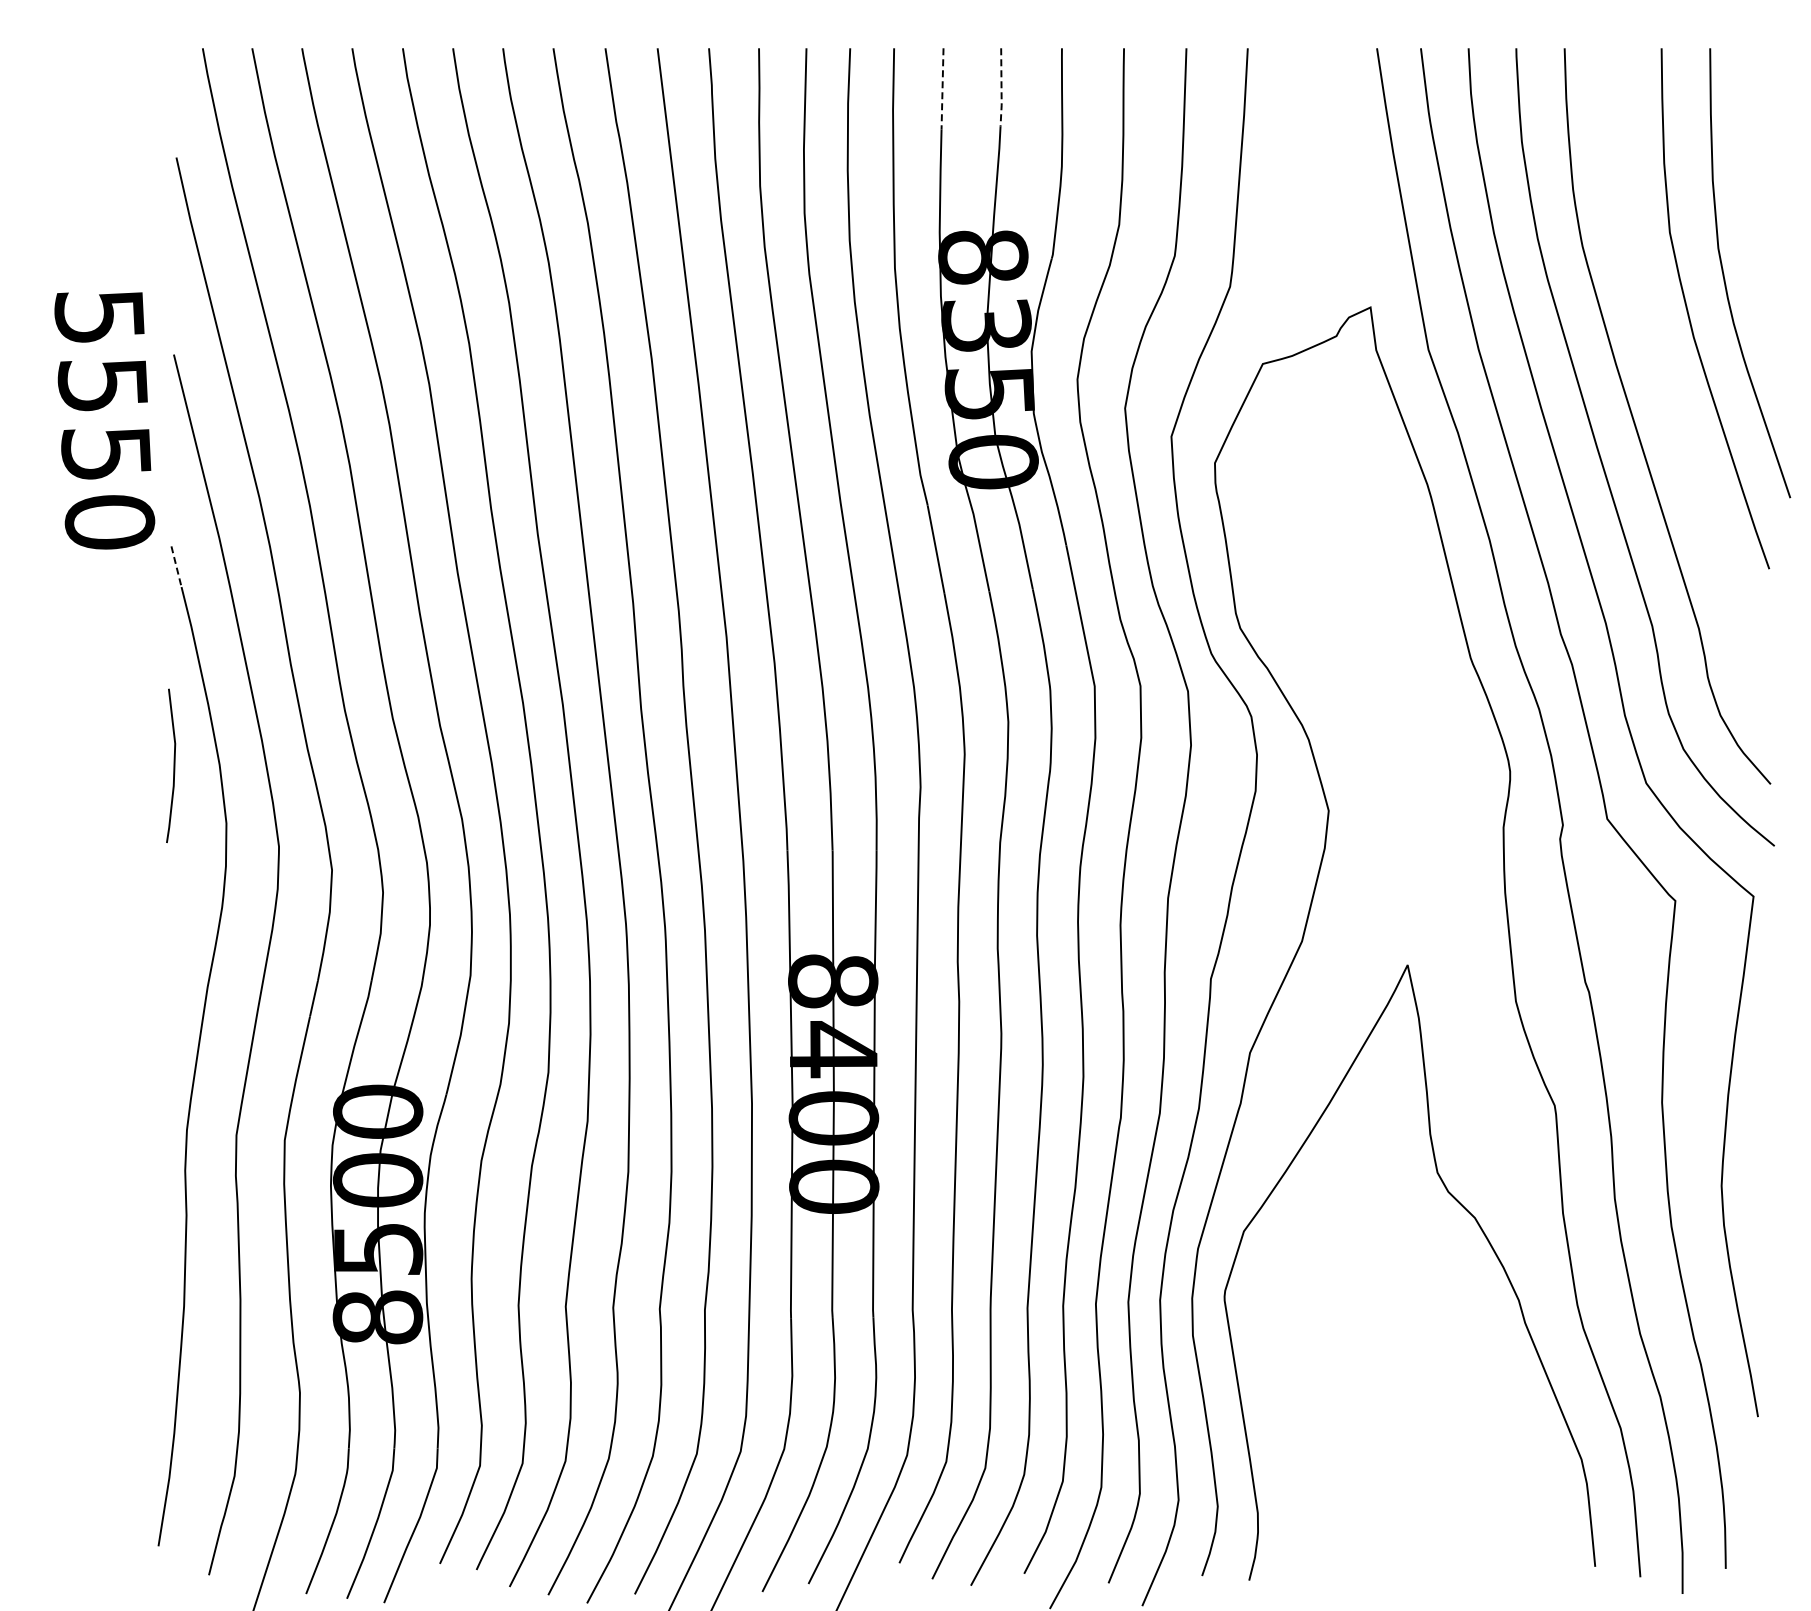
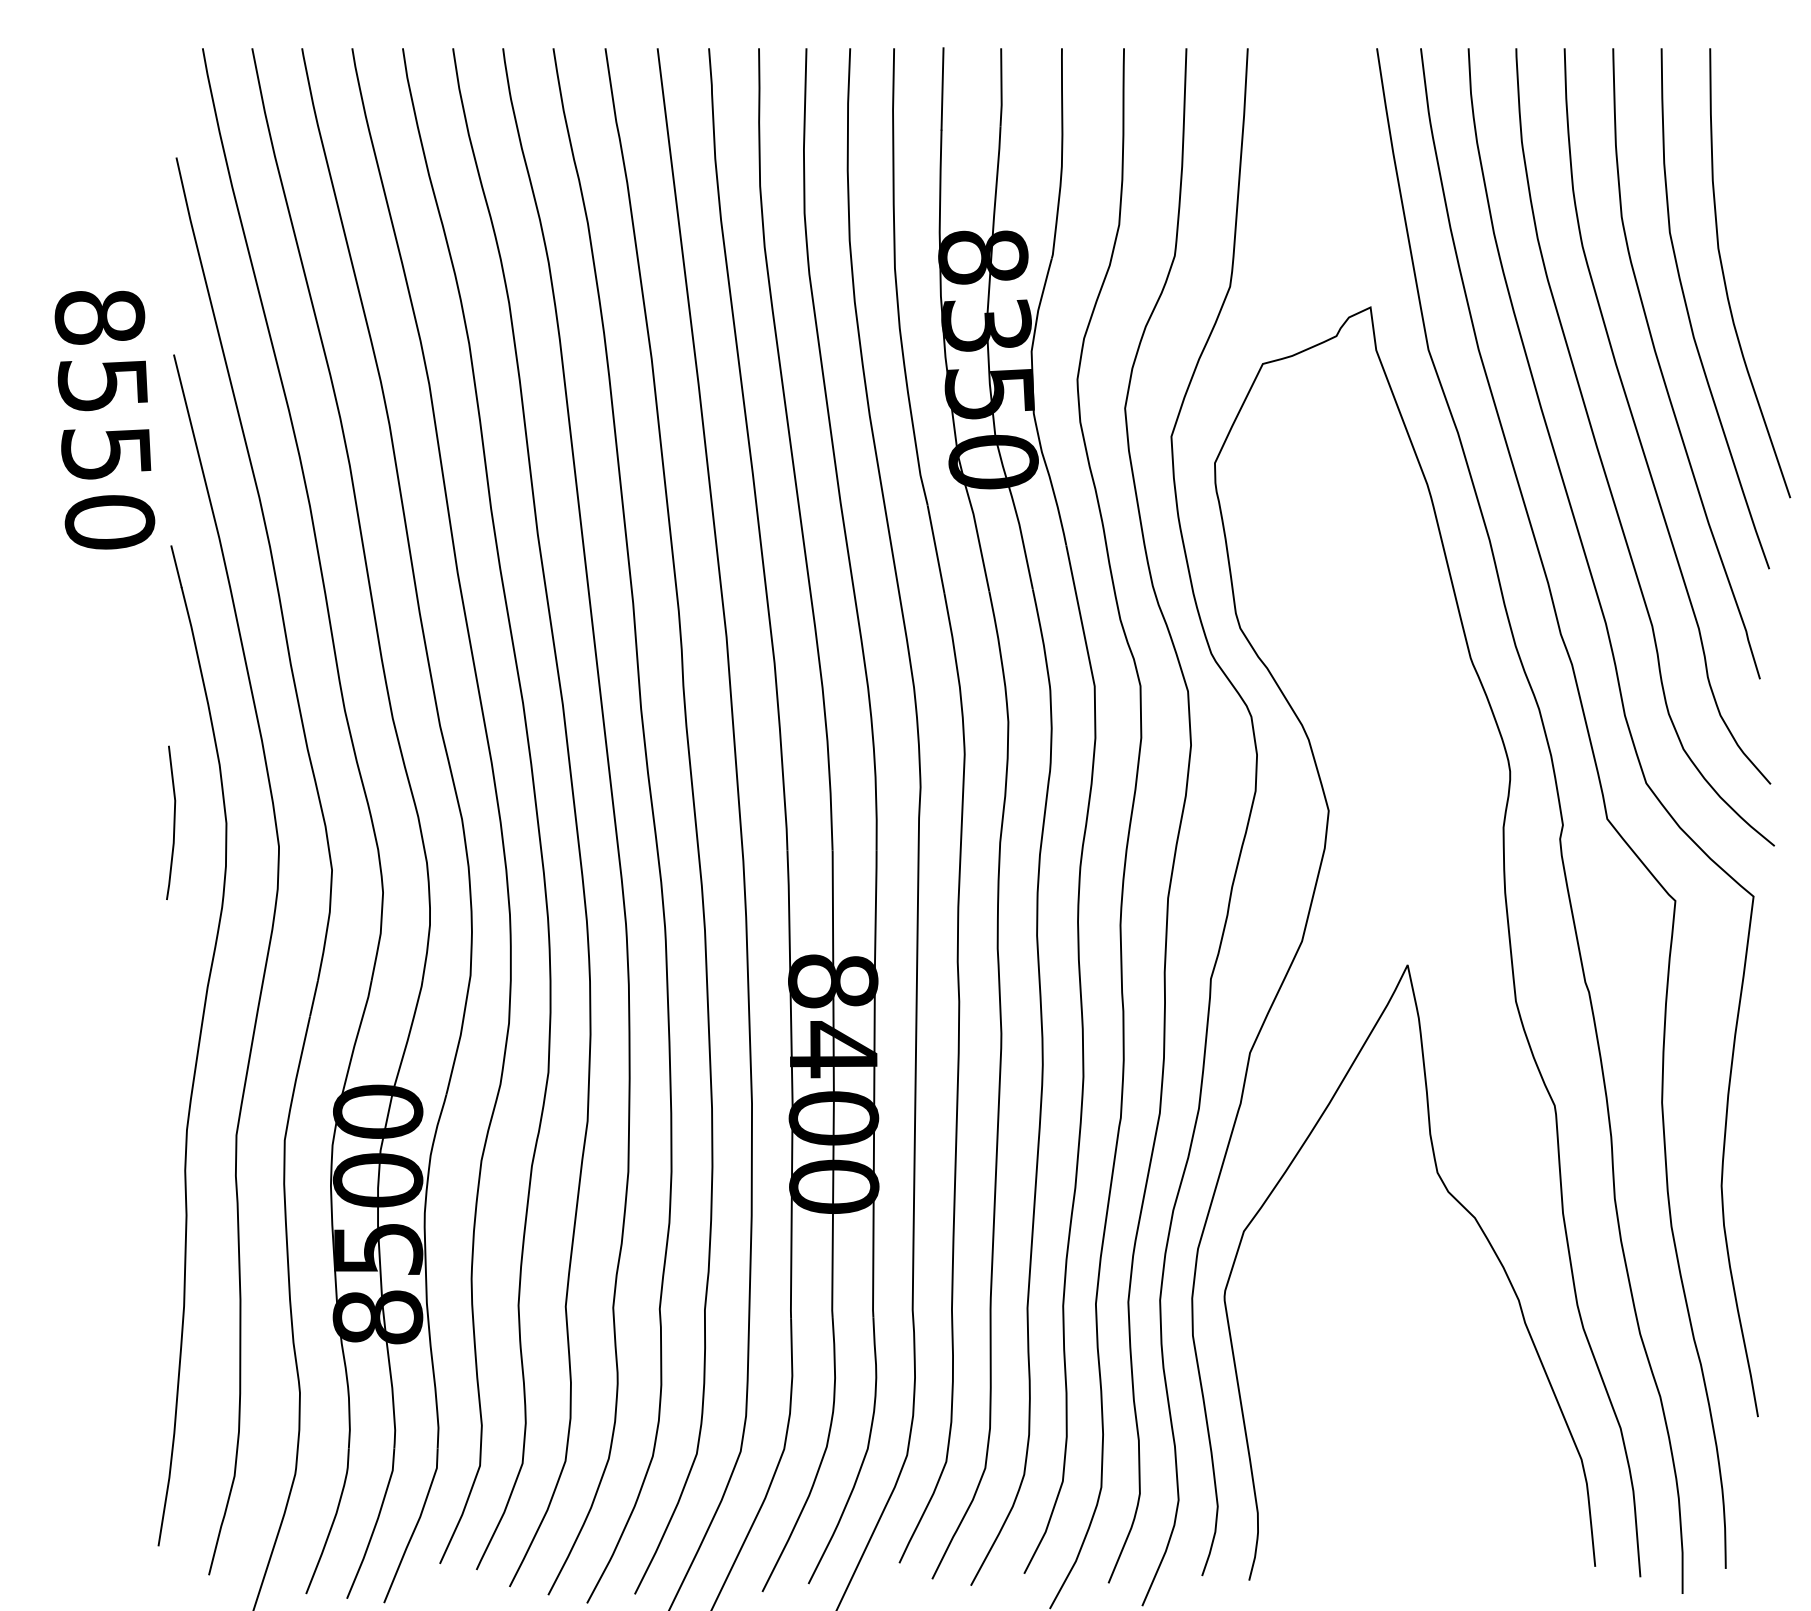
line at (1001, 88): dashed -> solid
line at (942, 89): dashed -> solid
text at (99, 317): 5550 -> 8550
curve at (1662, 371): none -> present
line at (176, 566): dashed -> solid
line at (173, 765) position: (173, 765) -> (173, 822)
